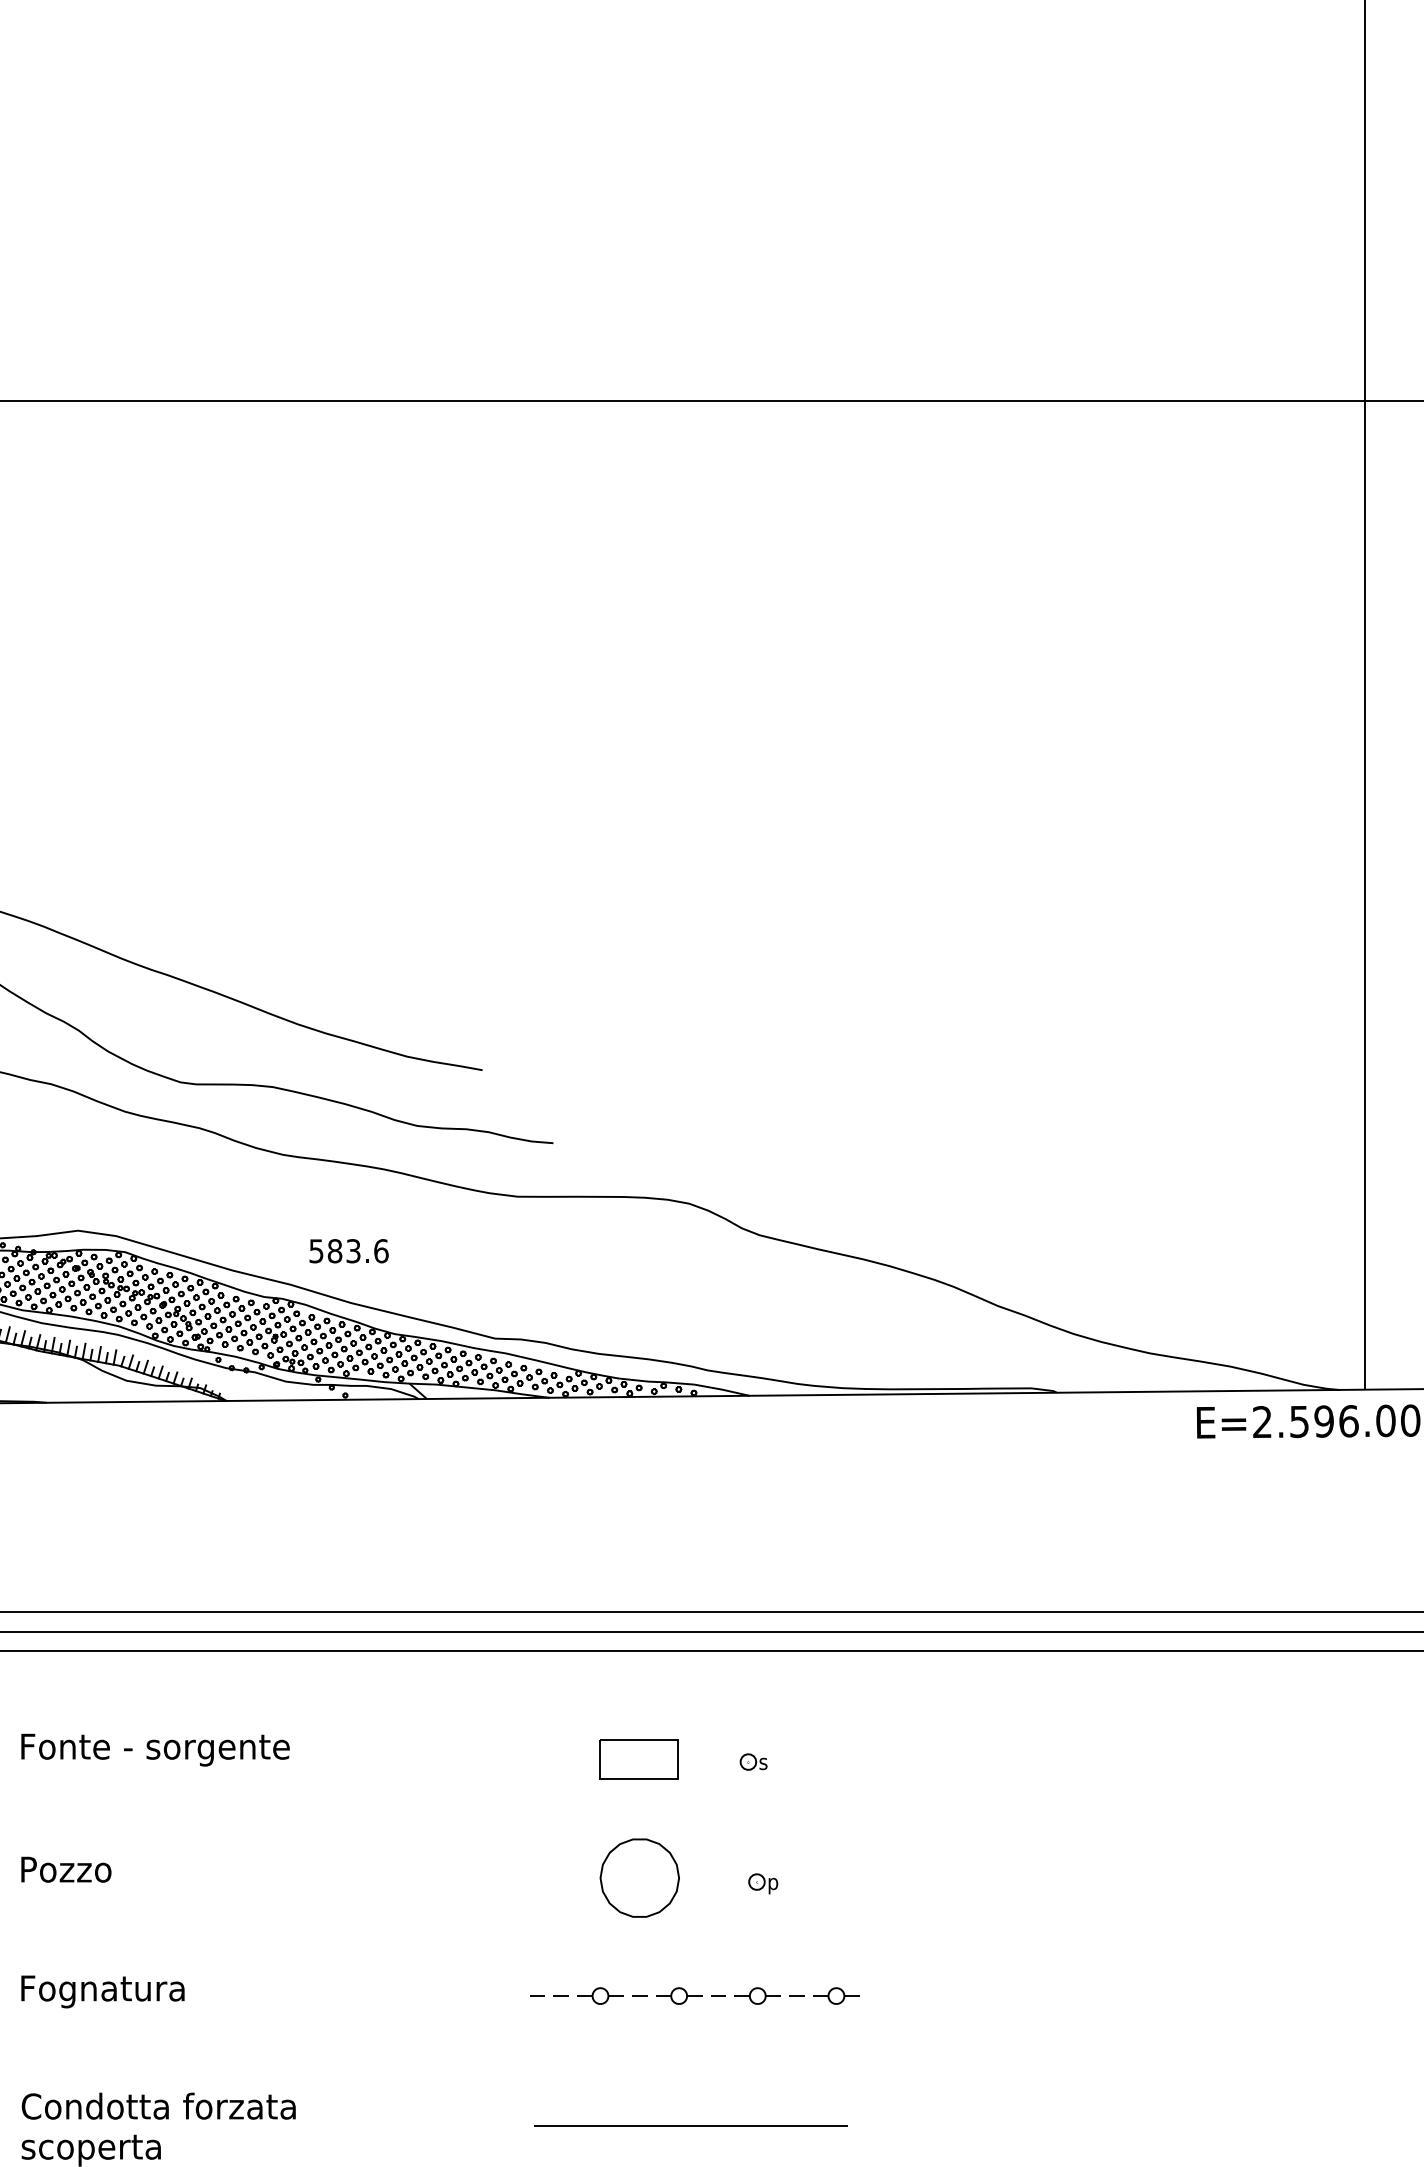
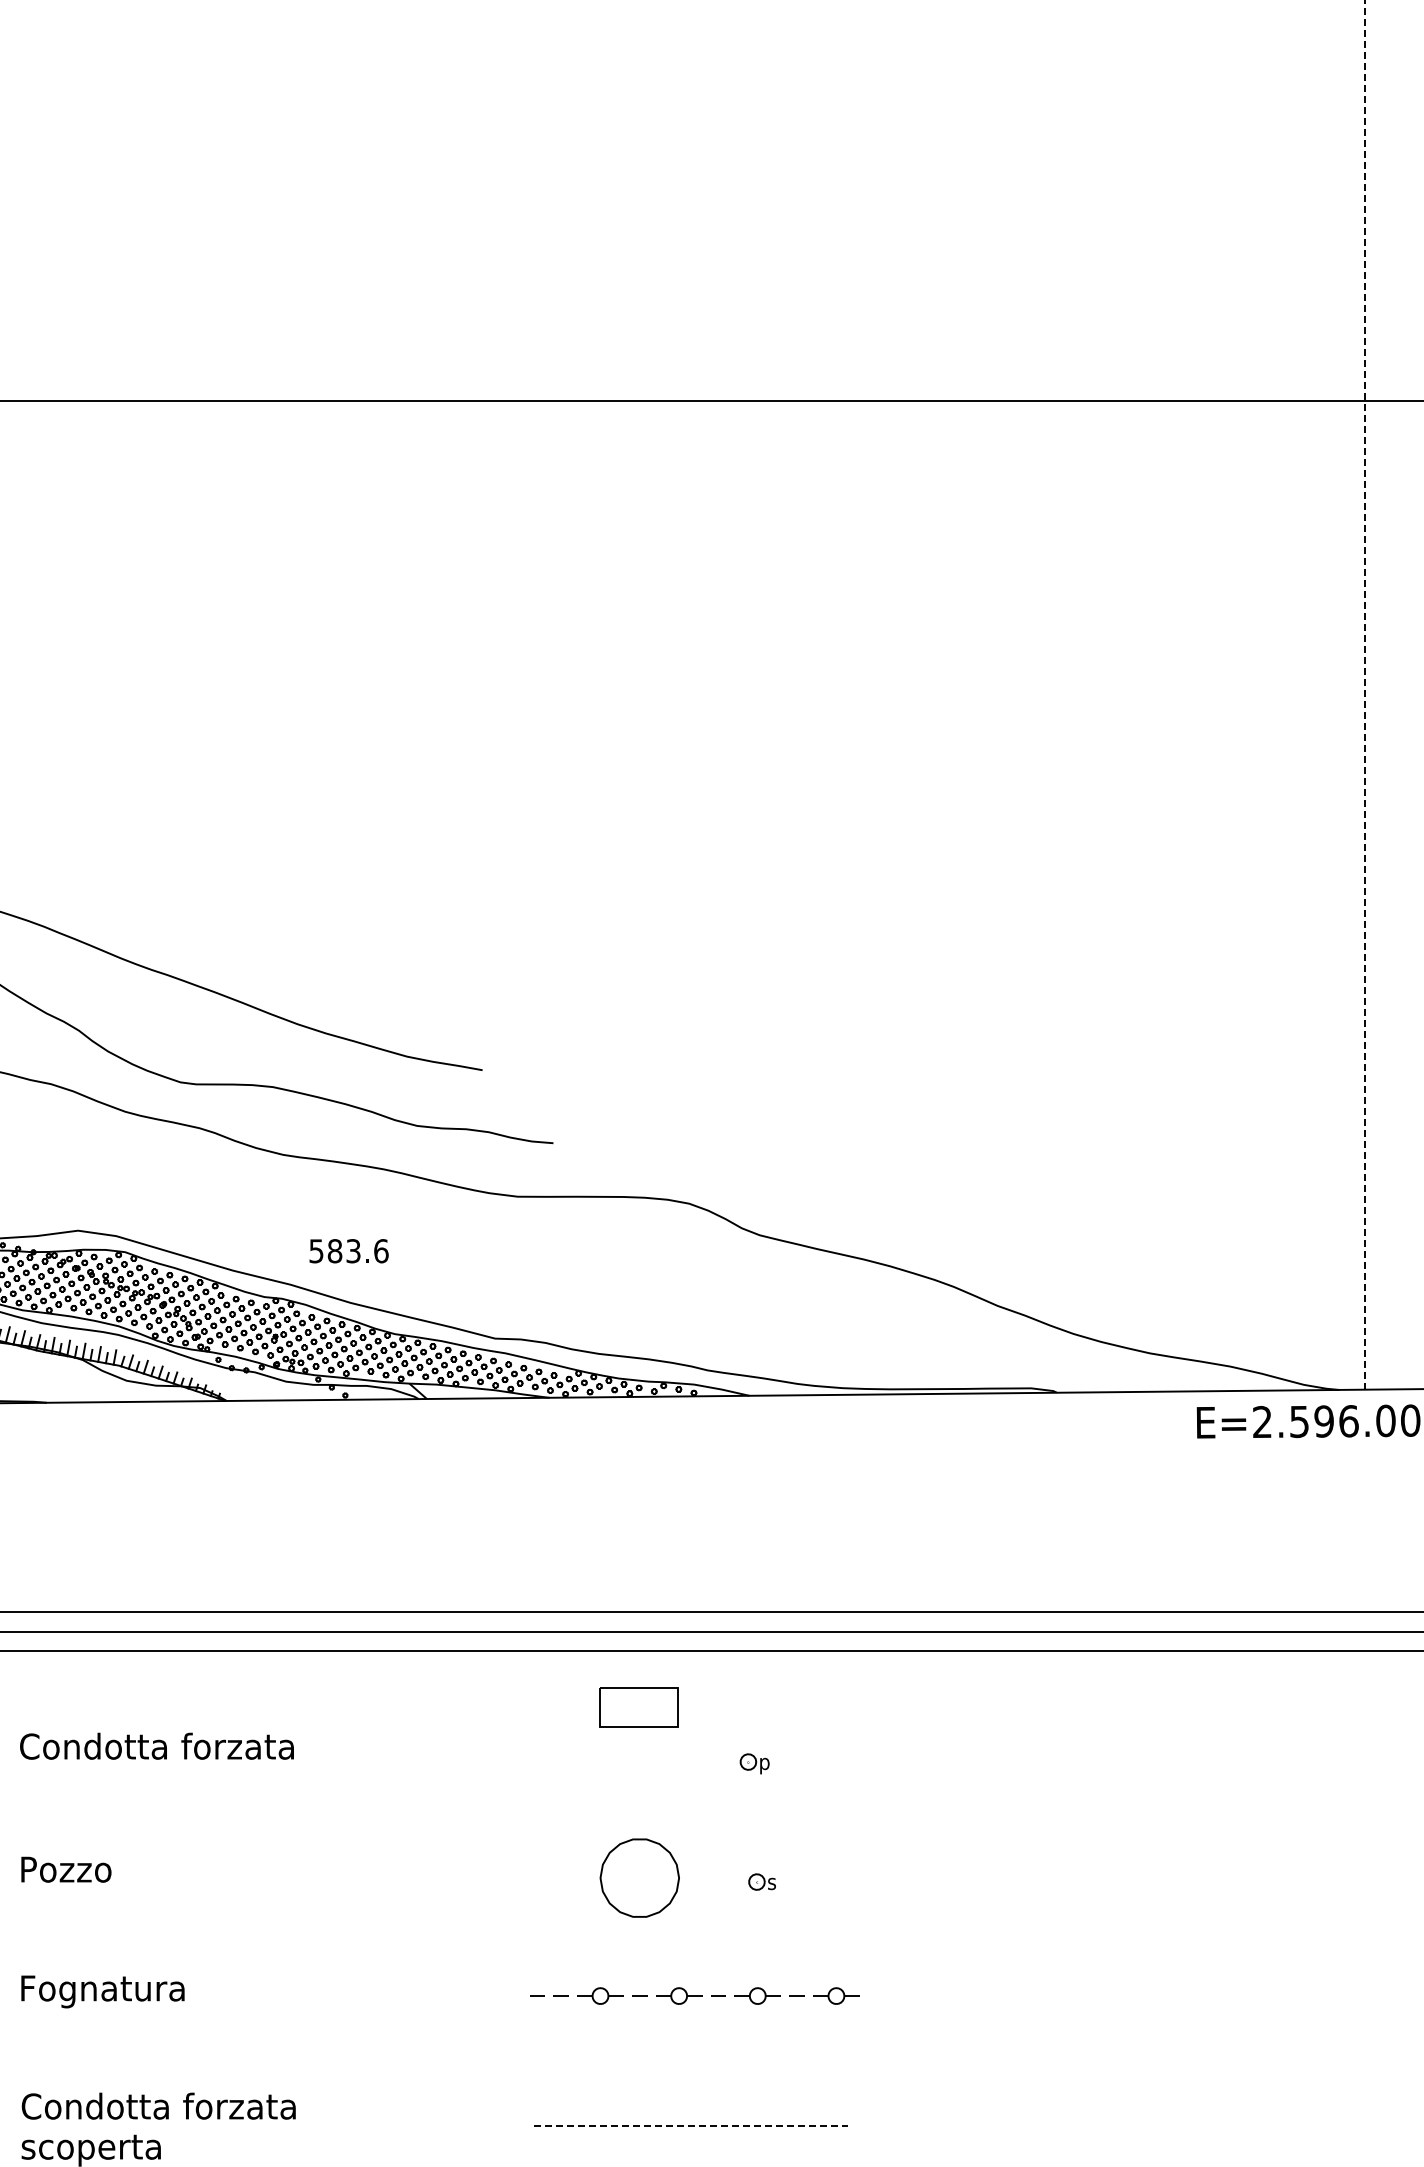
line at (1364, 695): solid -> dashed
text at (156, 1749): Fonte - sorgente -> Condotta forzata
part at (638, 1759) position: (638, 1759) -> (638, 1707)
text at (764, 1765): s -> p
text at (773, 1885): p -> s
line at (691, 2125): solid -> dashed
